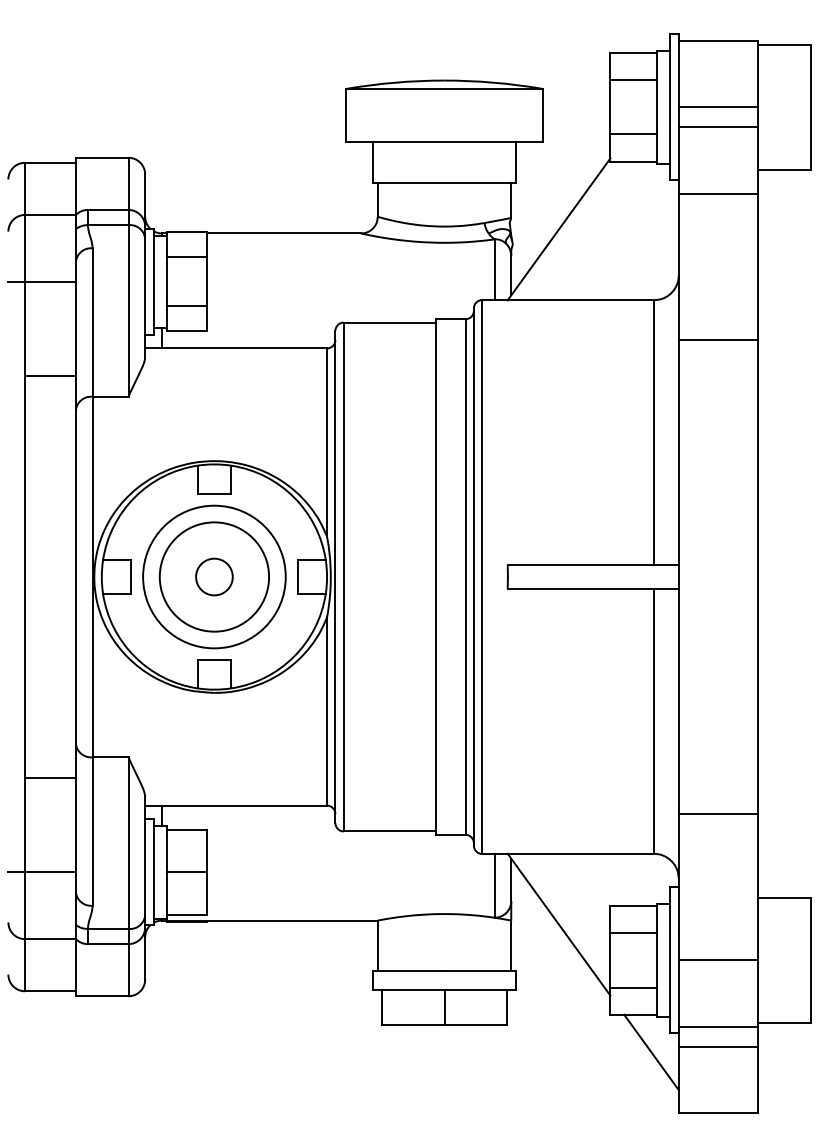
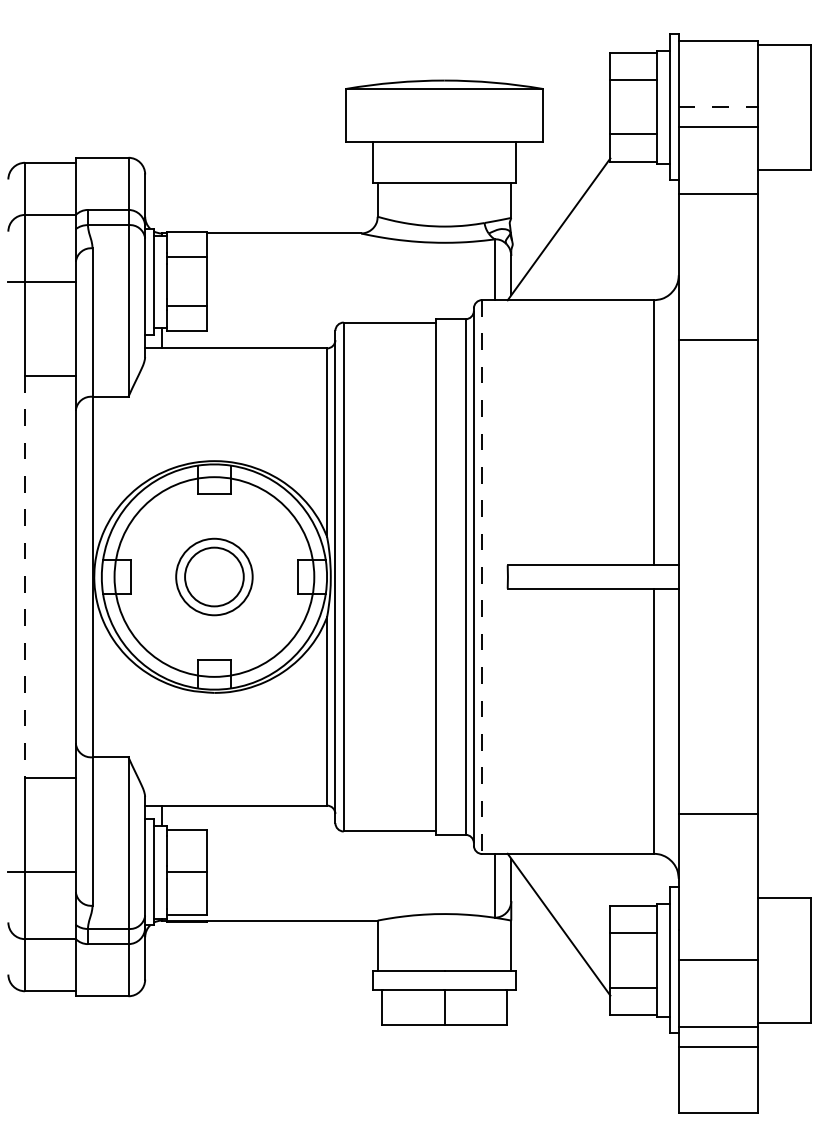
line at (718, 107): solid -> dashed
circle at (214, 576) diameter: 109 px -> 77 px
circle at (214, 576) diameter: 143 px -> 200 px
circle at (214, 576) diameter: 37 px -> 59 px
line at (25, 577): solid -> dashed
line at (482, 577): solid -> dashed
line at (651, 1052): present -> none
